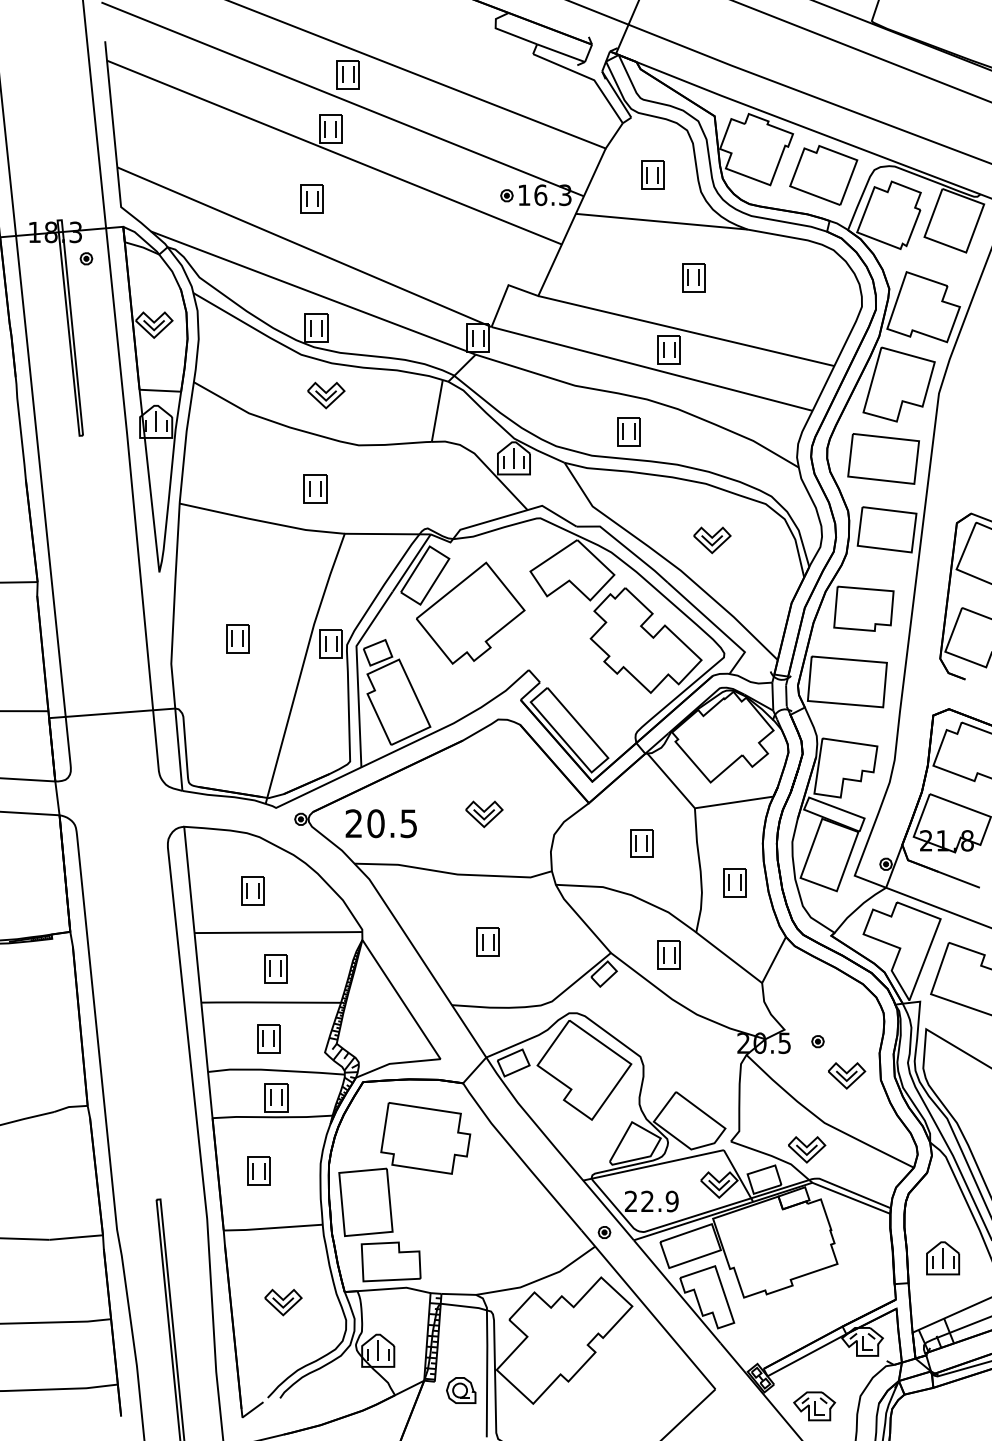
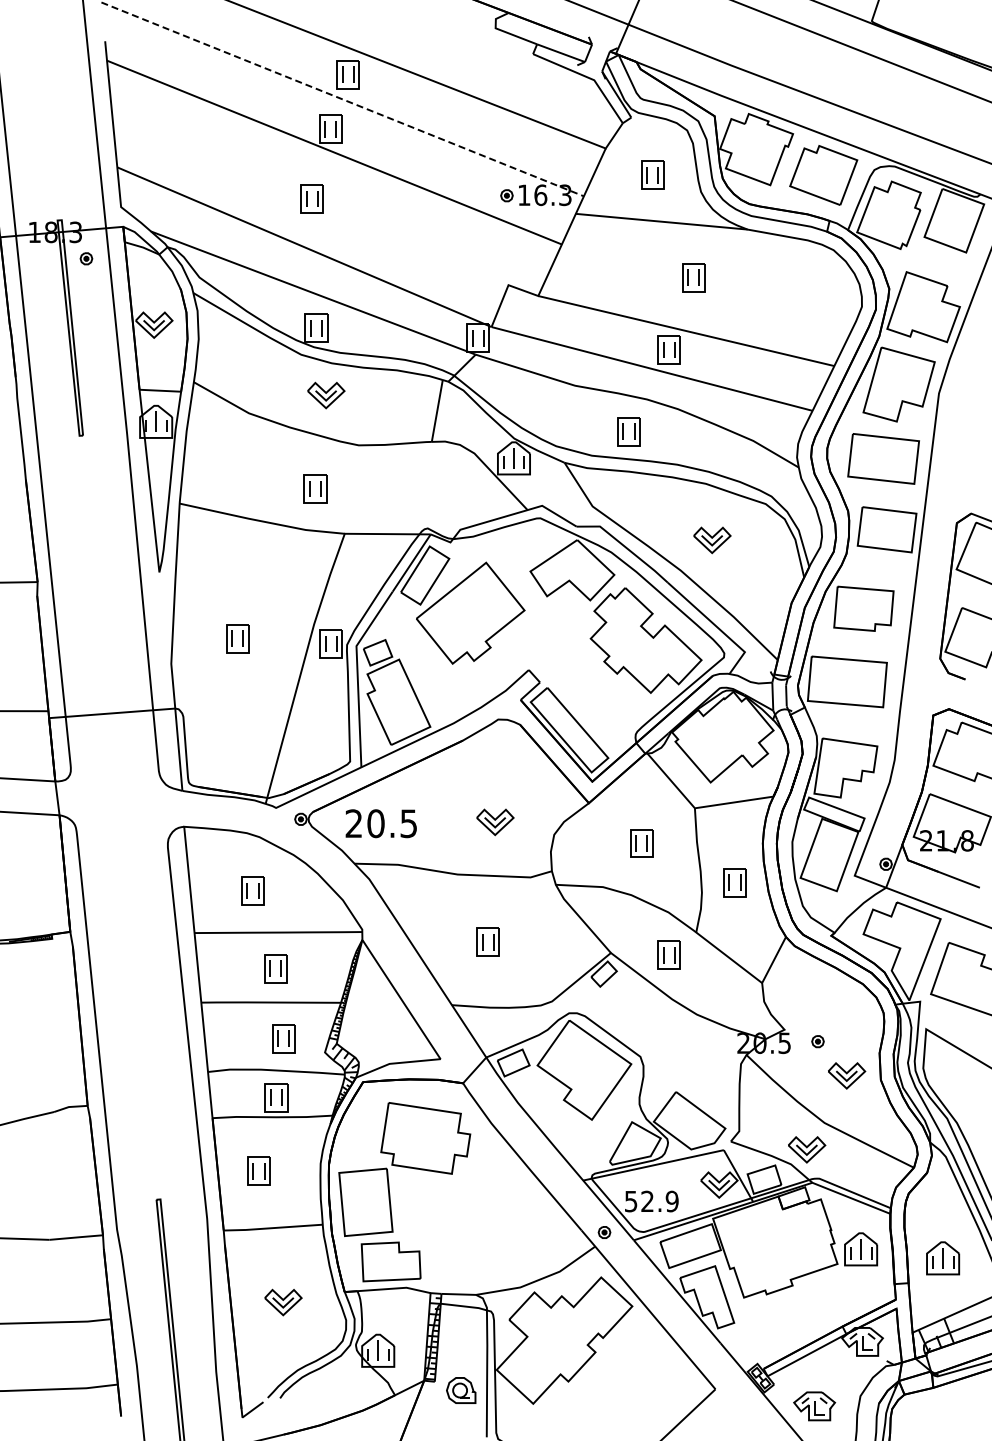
line at (342, 99): solid -> dashed
part at (484, 814) position: (484, 814) -> (495, 822)
part at (268, 1038) position: (268, 1038) -> (283, 1038)
text at (630, 1201): 22.9 -> 52.9
part at (861, 1249): none -> present
